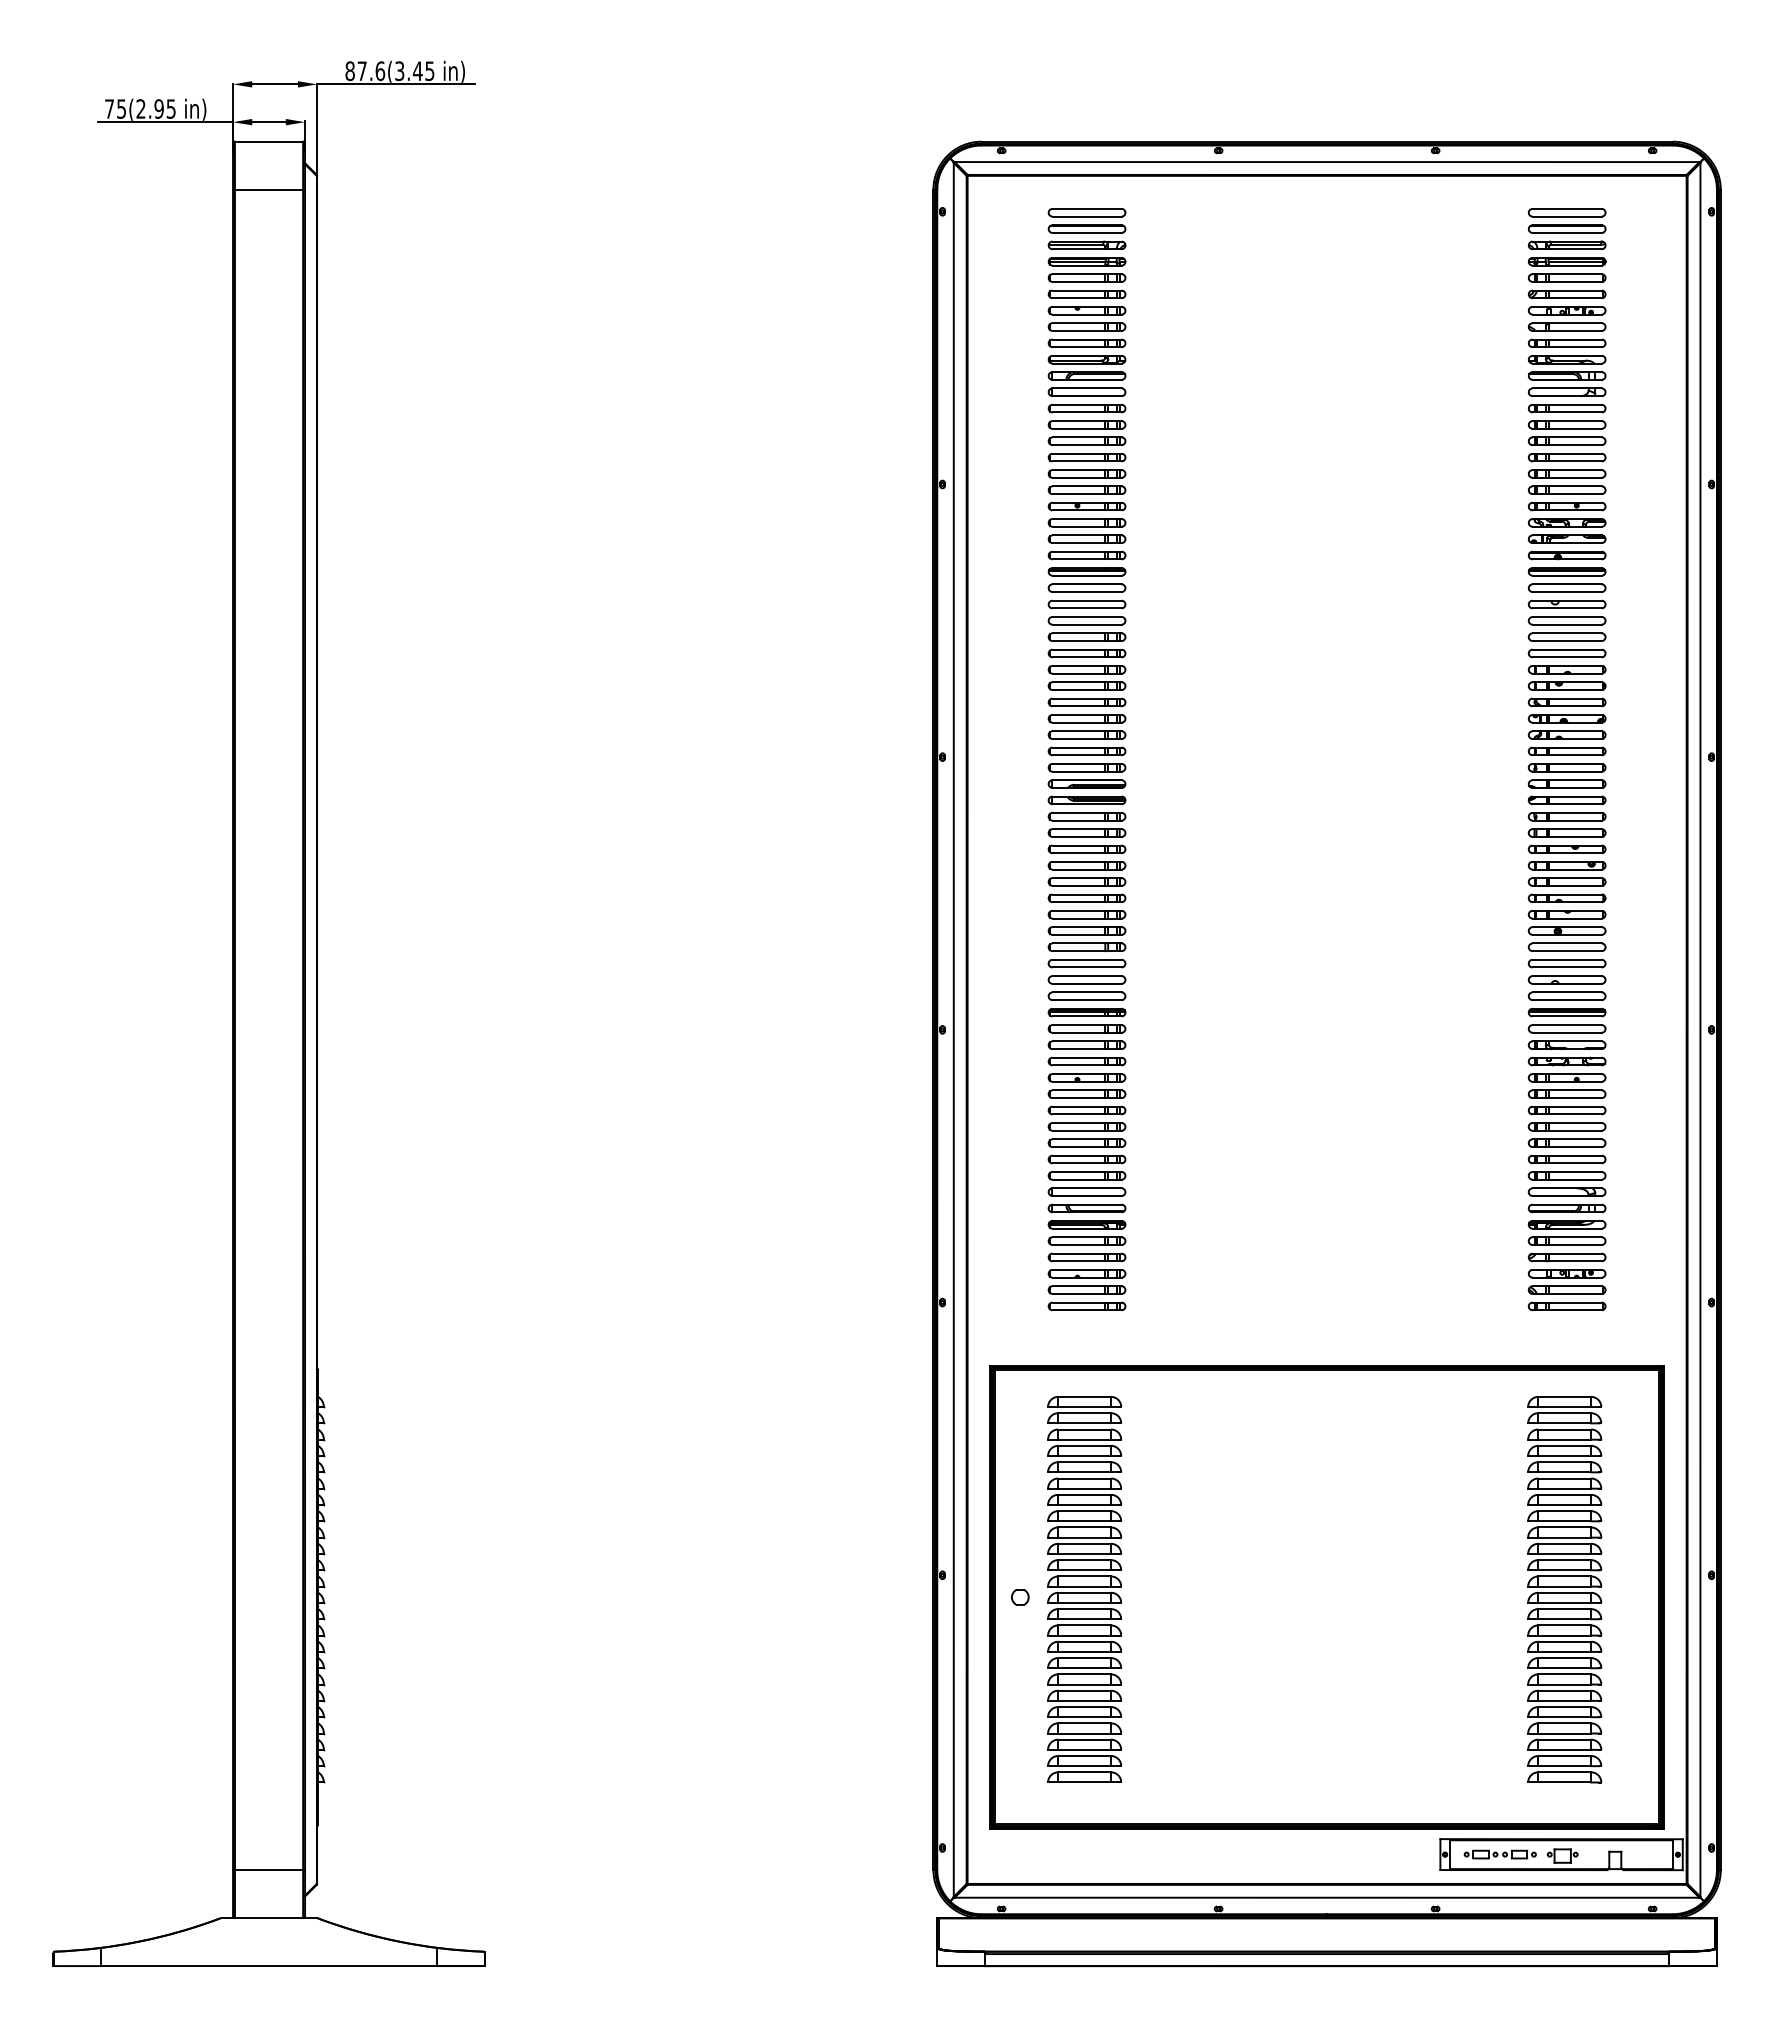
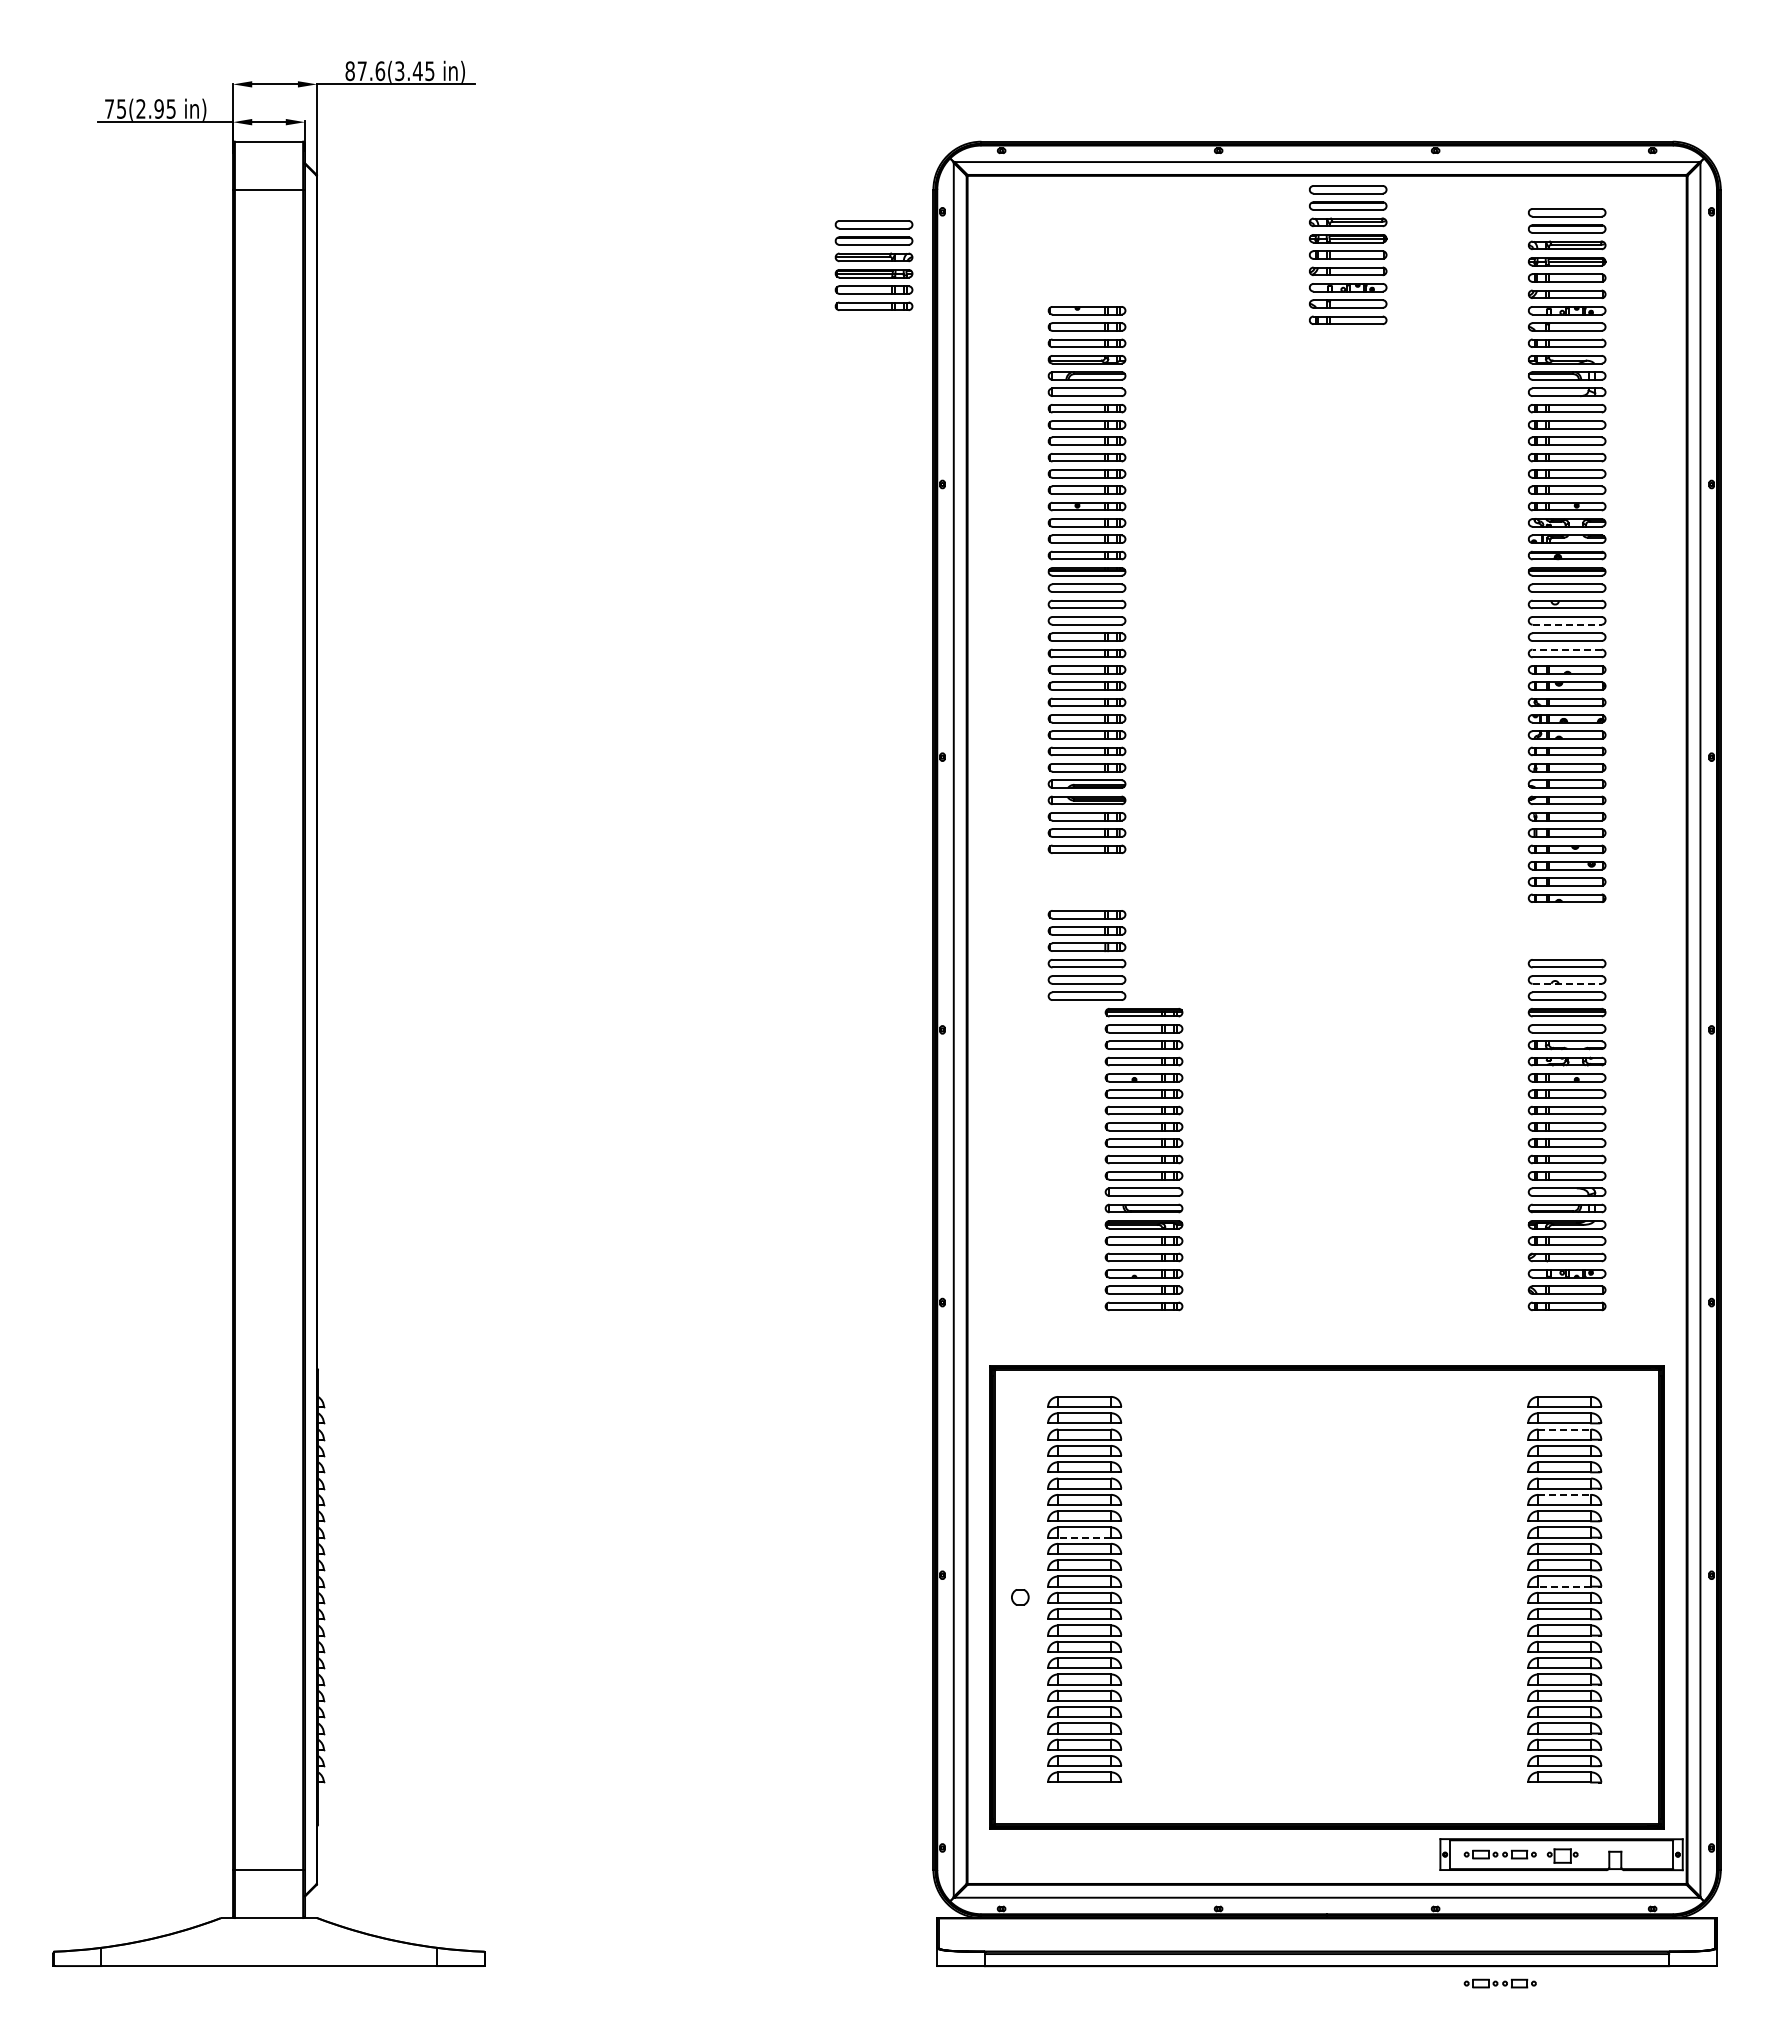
part at (1086, 253) position: (1086, 253) -> (873, 265)
part at (1348, 254): none -> present
line at (1567, 624): solid -> dashed
line at (1567, 649): solid -> dashed
part at (1086, 881): present -> none
part at (1566, 930): present -> none
line at (1567, 983): solid -> dashed
part at (1086, 1159) position: (1086, 1159) -> (1143, 1159)
line at (1565, 1429): solid -> dashed
line at (1565, 1494): solid -> dashed
line at (1084, 1537): solid -> dashed
line at (1564, 1586): solid -> dashed
part at (1499, 1983): none -> present
